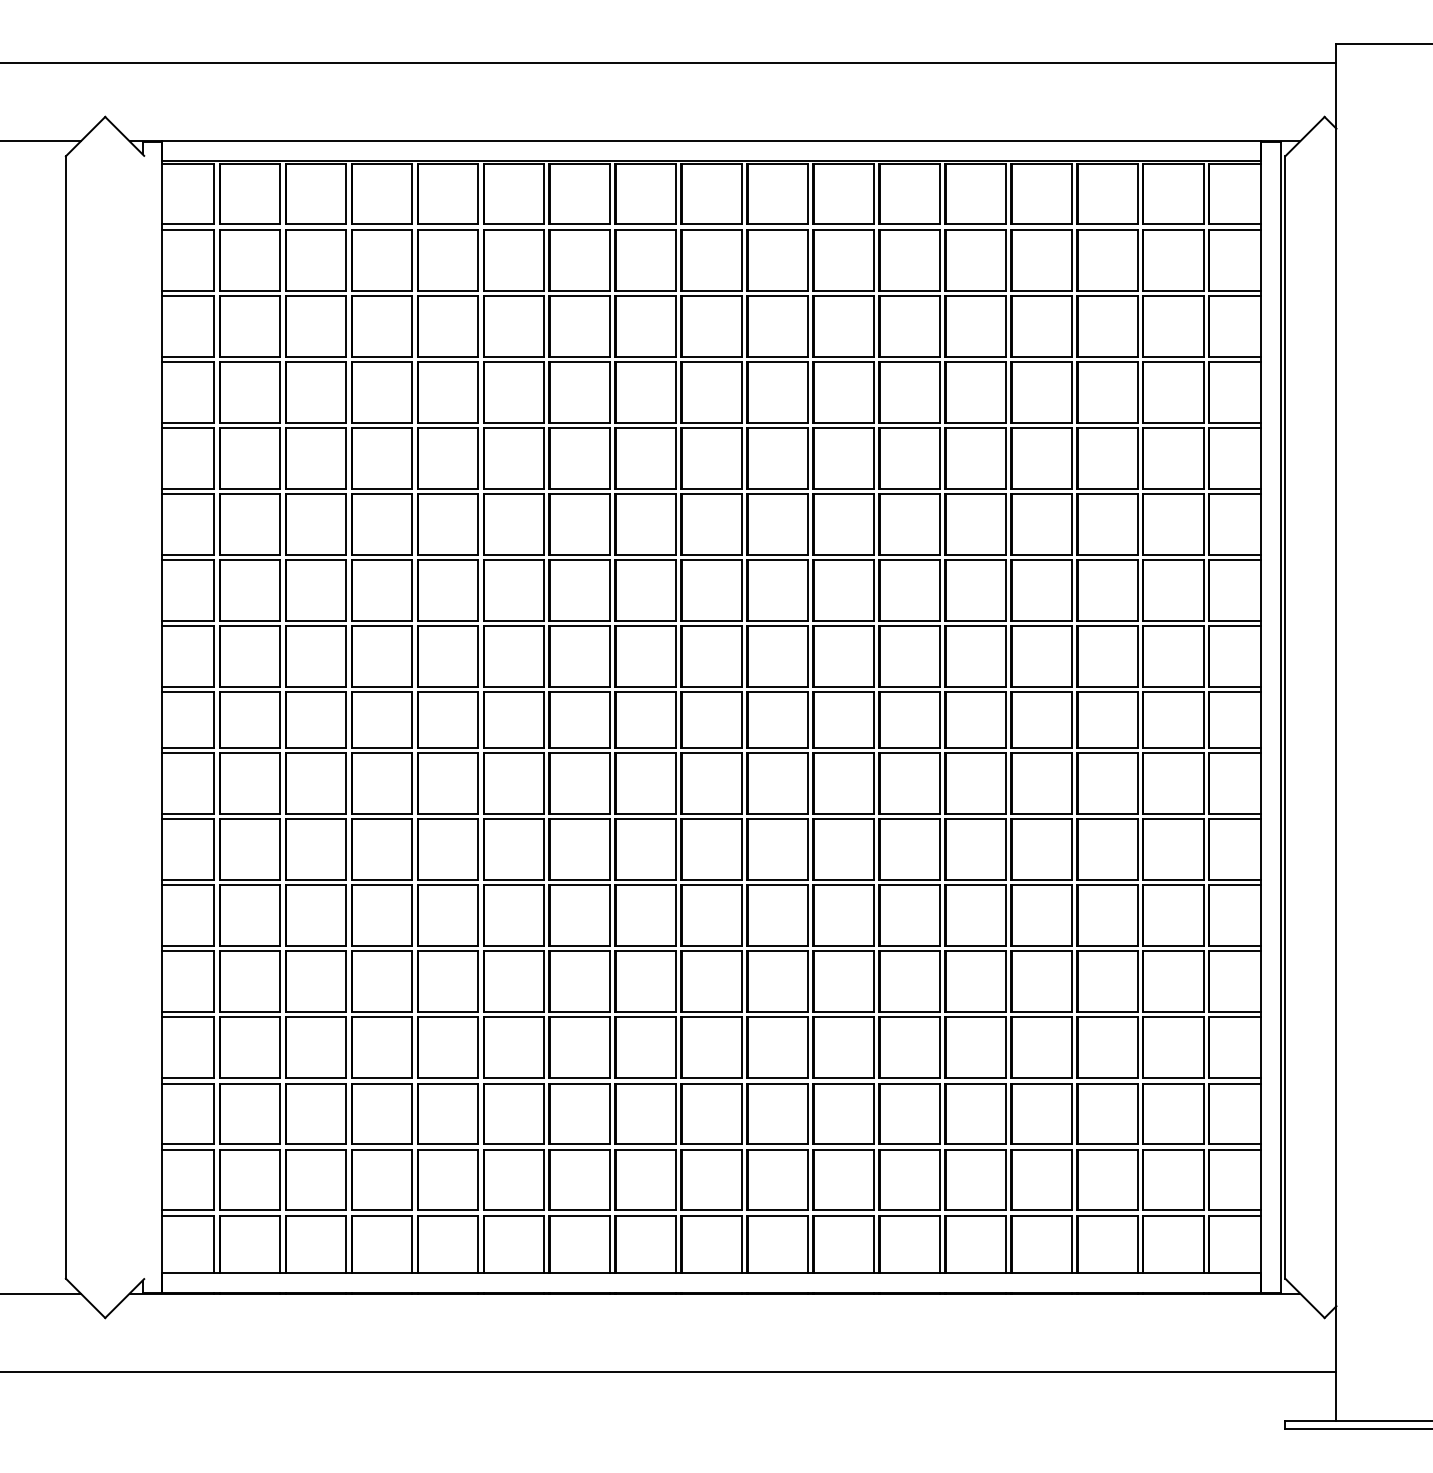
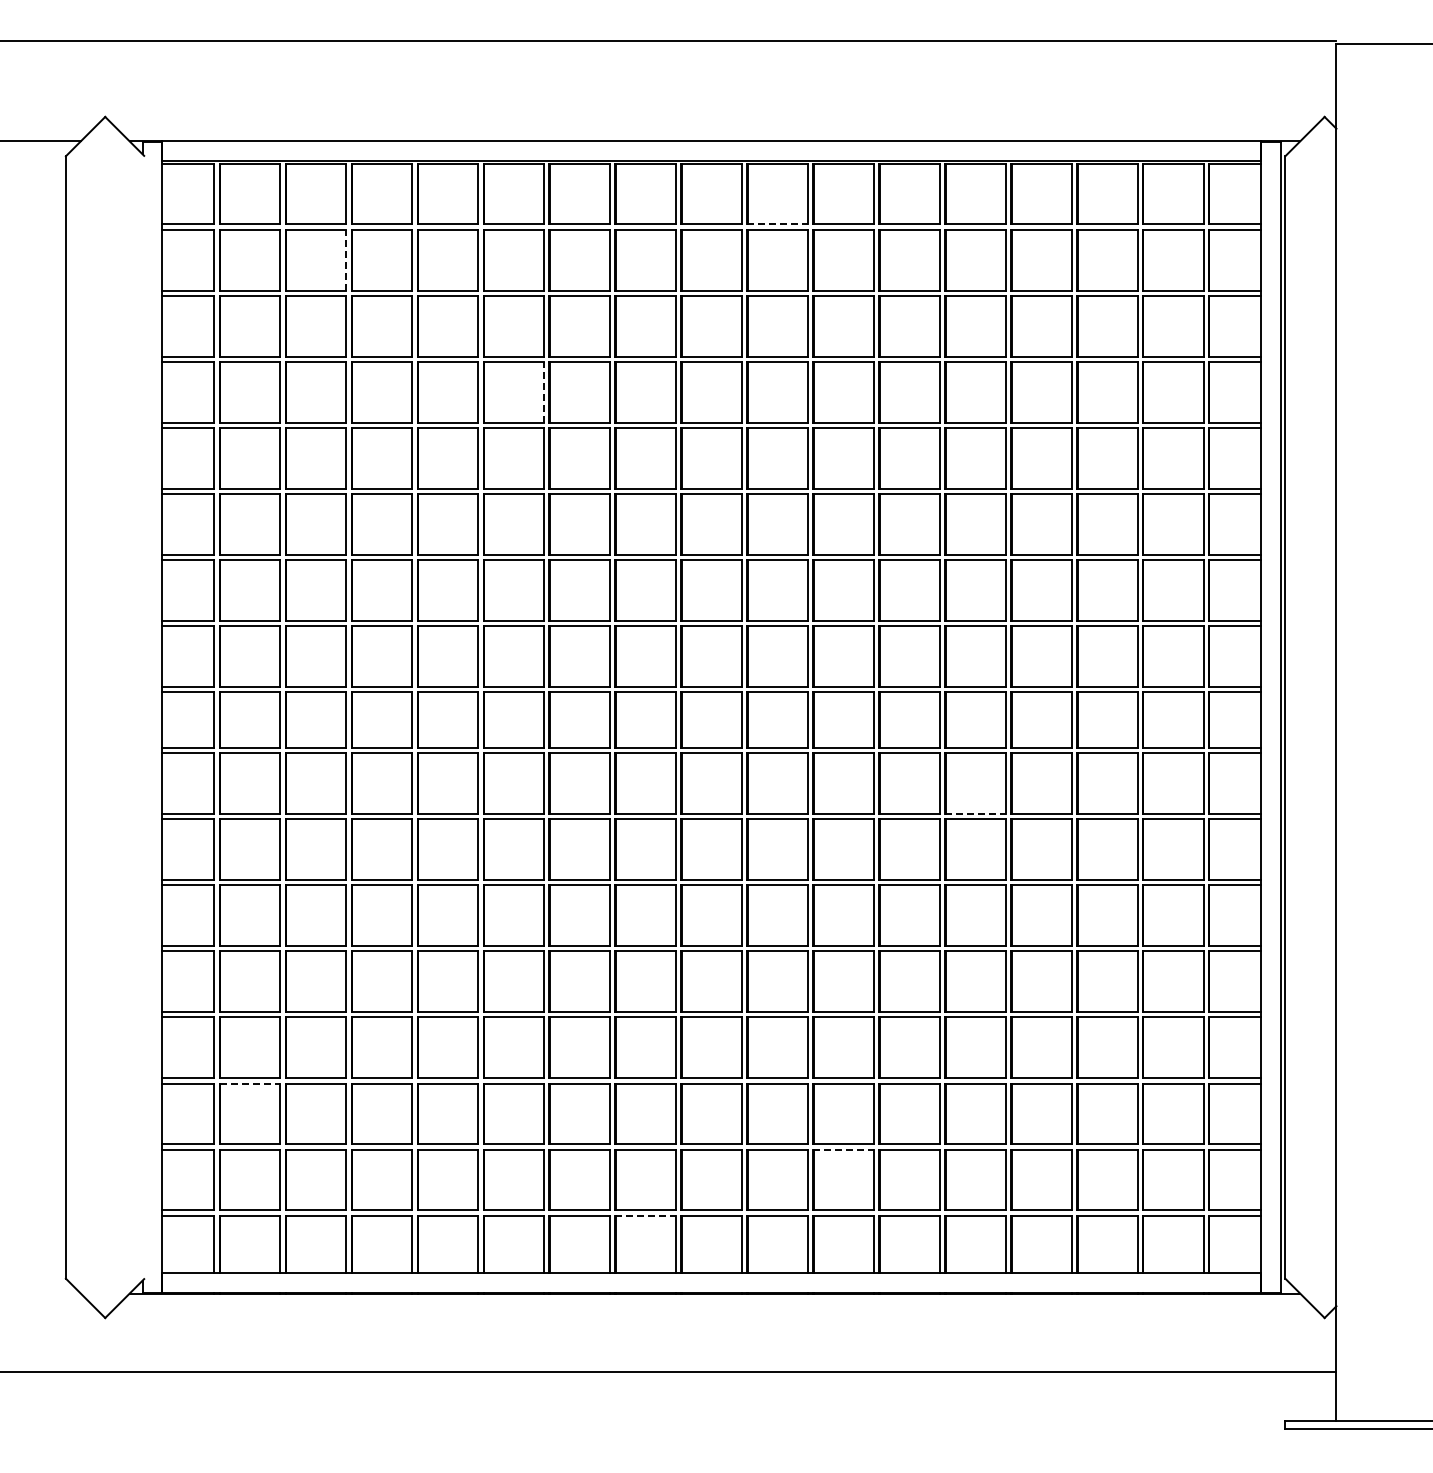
line at (669, 62) position: (669, 62) -> (669, 40)
line at (778, 224): solid -> dashed
line at (346, 259): solid -> dashed
line at (544, 391): solid -> dashed
line at (976, 813): solid -> dashed
line at (250, 1083): solid -> dashed
line at (844, 1149): solid -> dashed
line at (646, 1215): solid -> dashed
line at (41, 1293): present -> none
